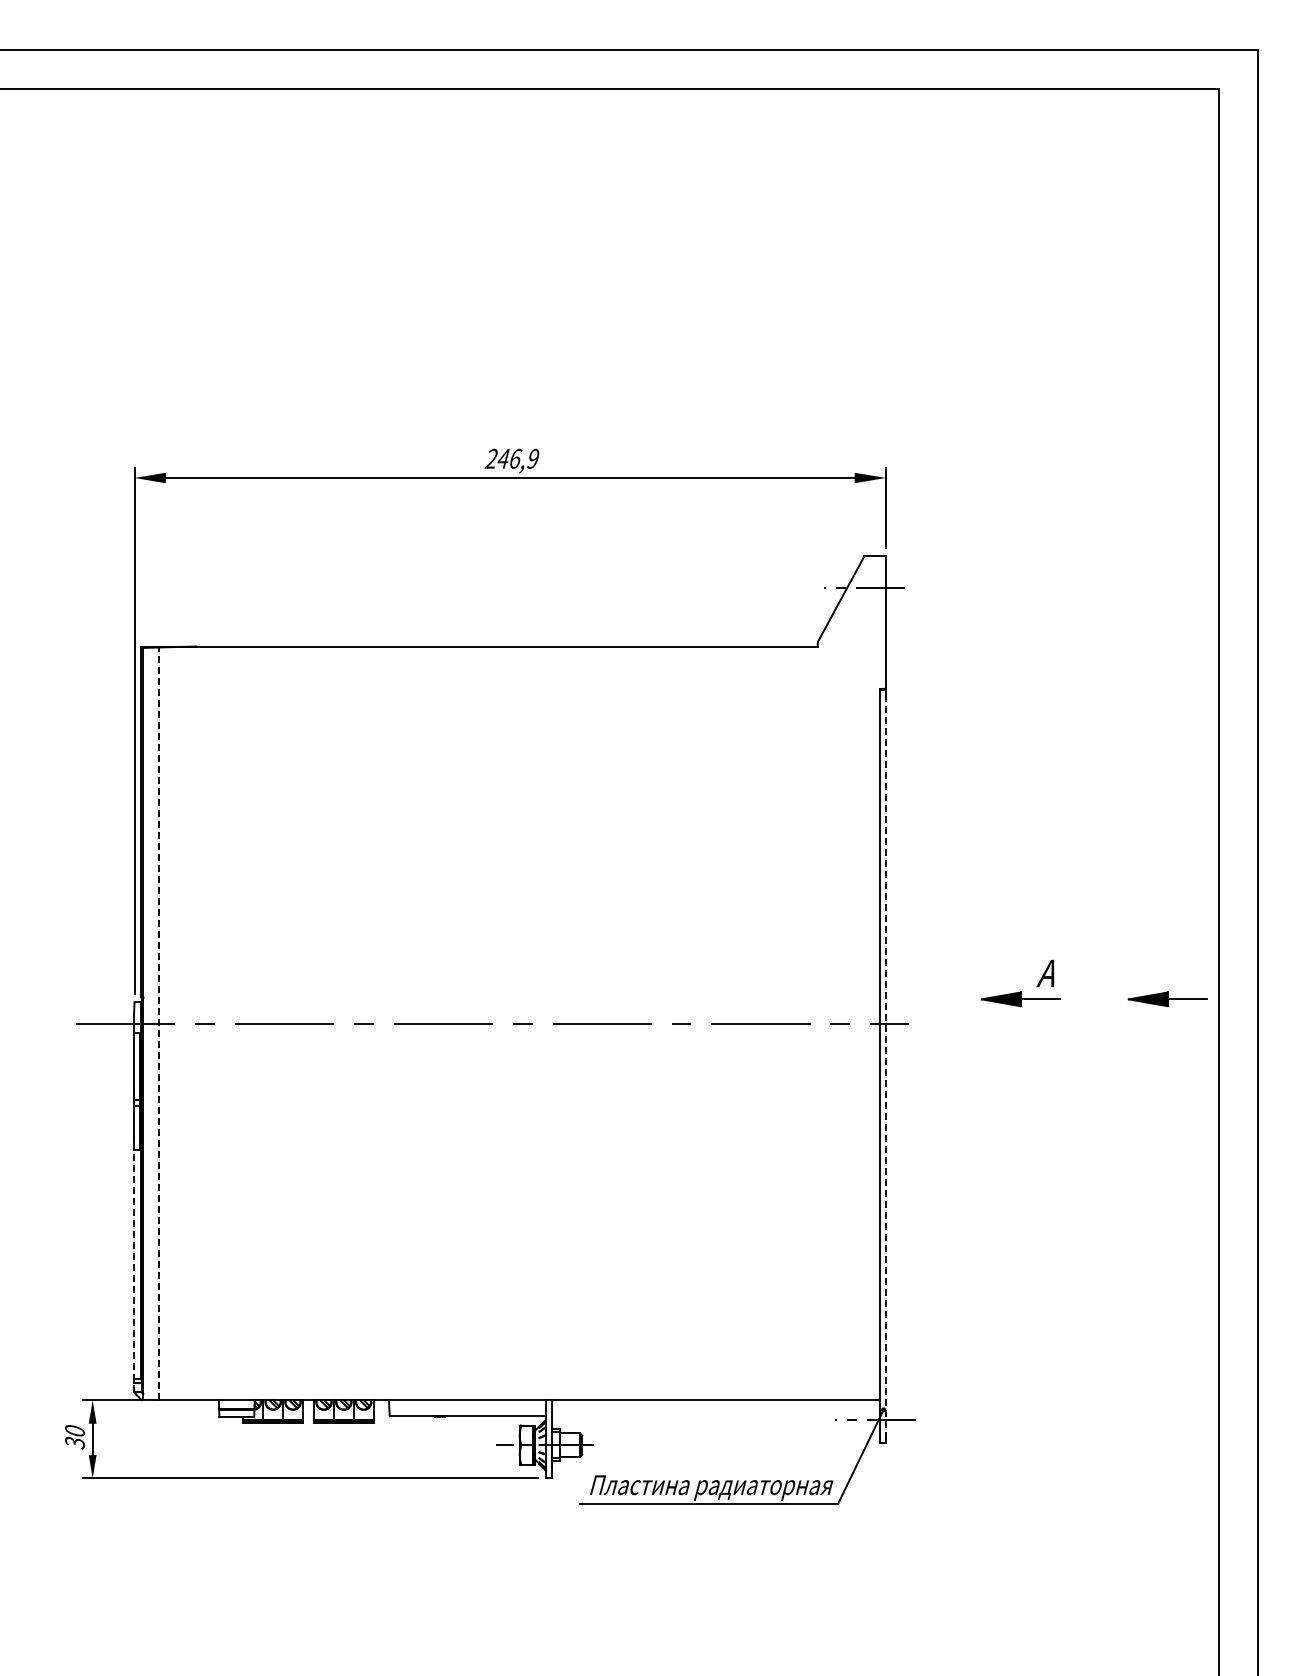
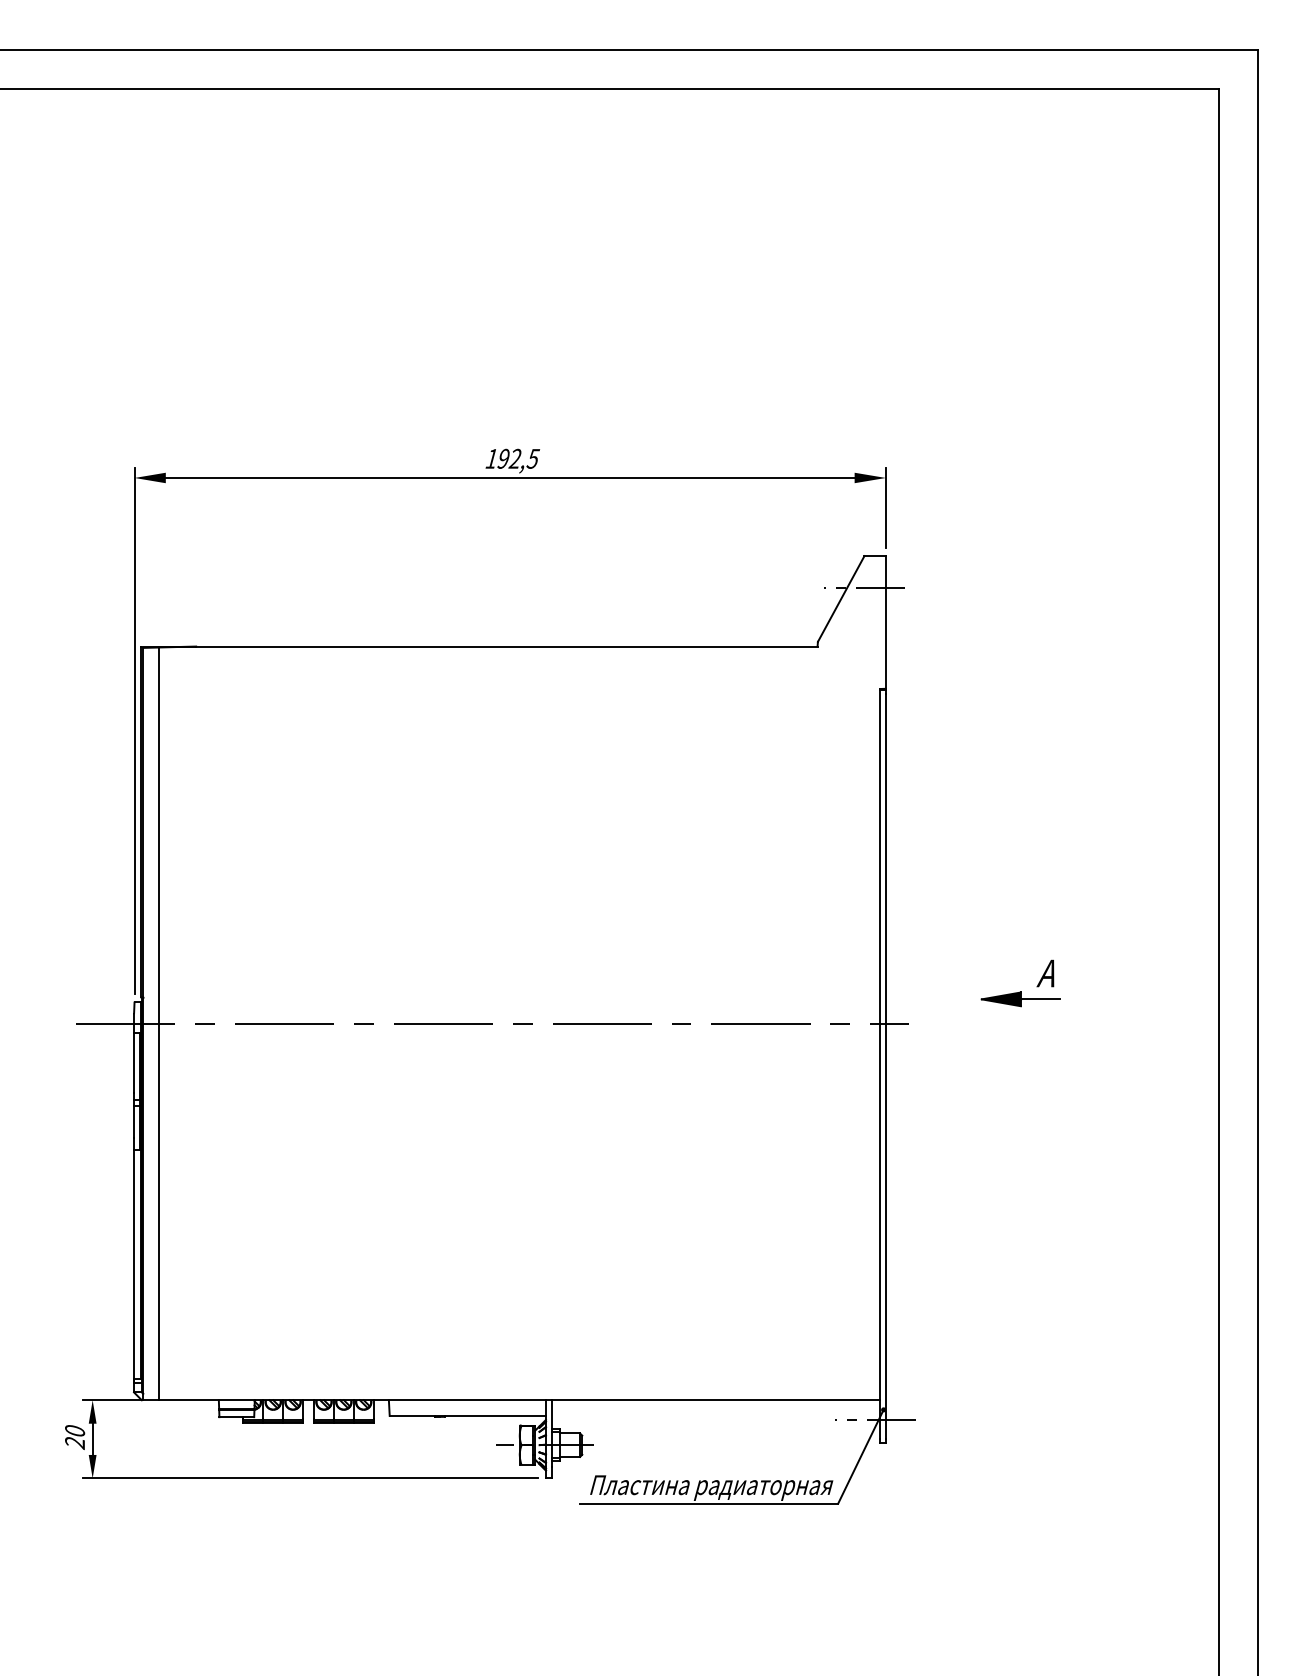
text at (512, 458): 246,9 -> 192,5
part at (1167, 999): present -> none
line at (159, 1023): dashed -> solid
line at (885, 1066): dashed -> solid
line at (134, 1270): dashed -> solid
text at (75, 1443): 30 -> 20
